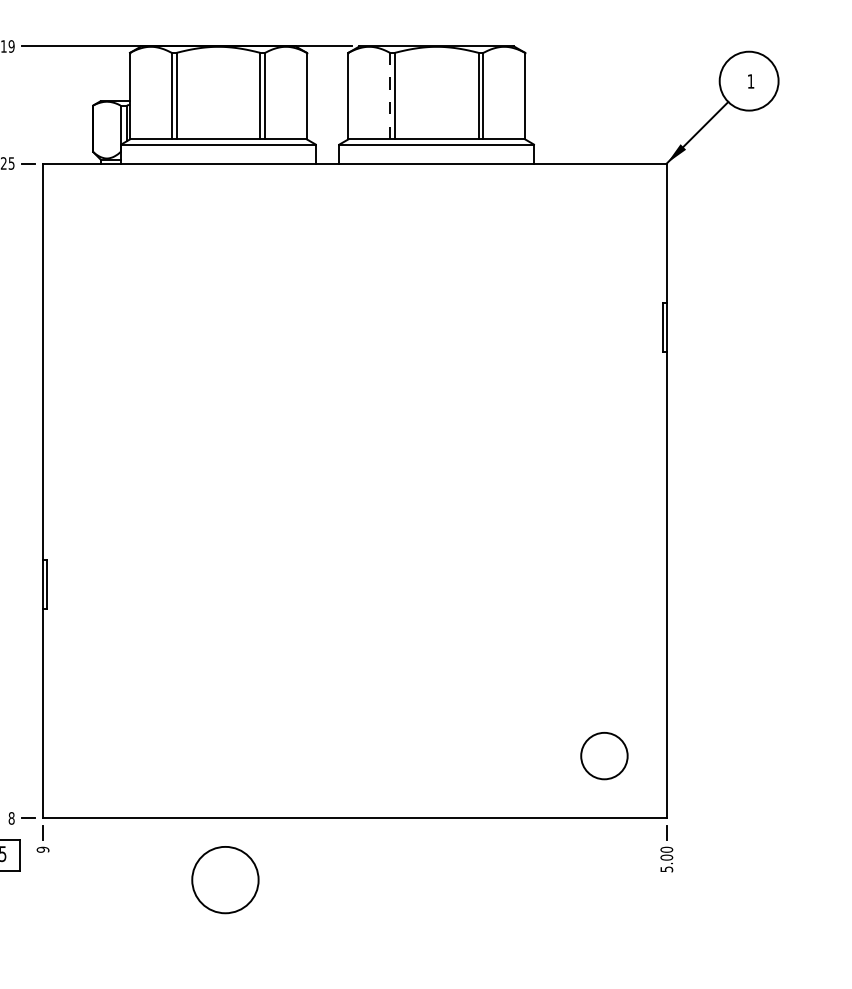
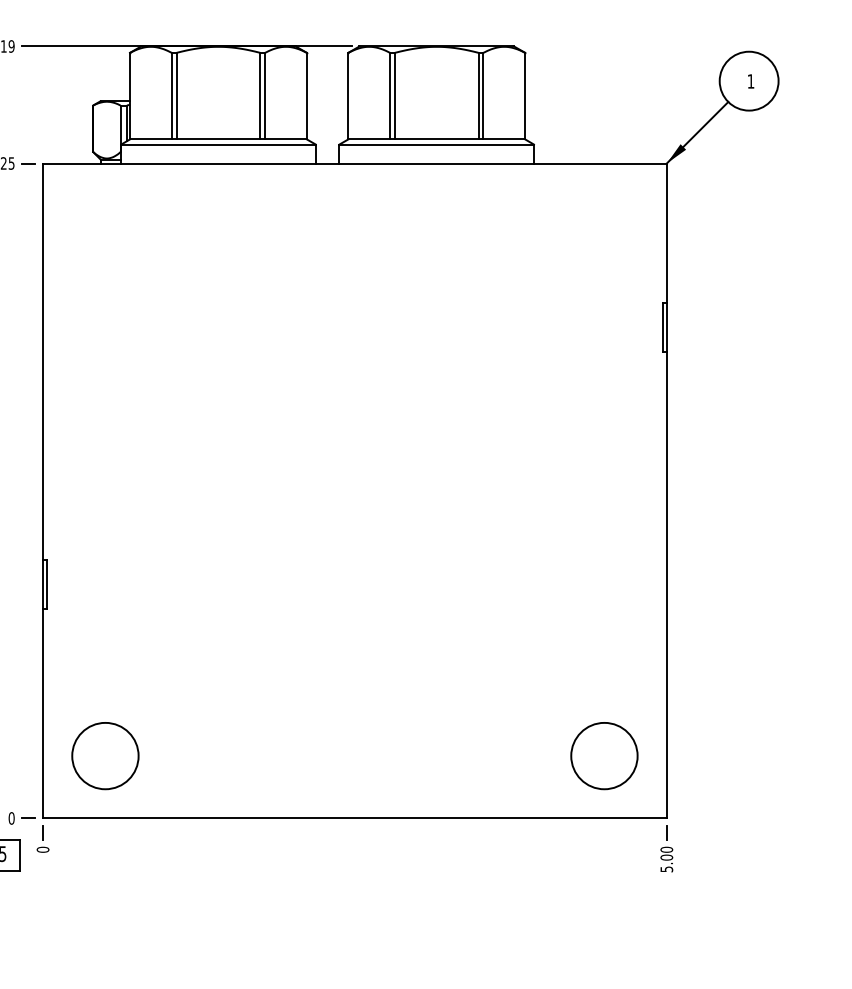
line at (390, 95): dashed -> solid
circle at (604, 755) diameter: 46 px -> 66 px
text at (11, 818): 8 -> 0
text at (43, 849): 9 -> 0
circle at (225, 880) position: (225, 880) -> (105, 756)
